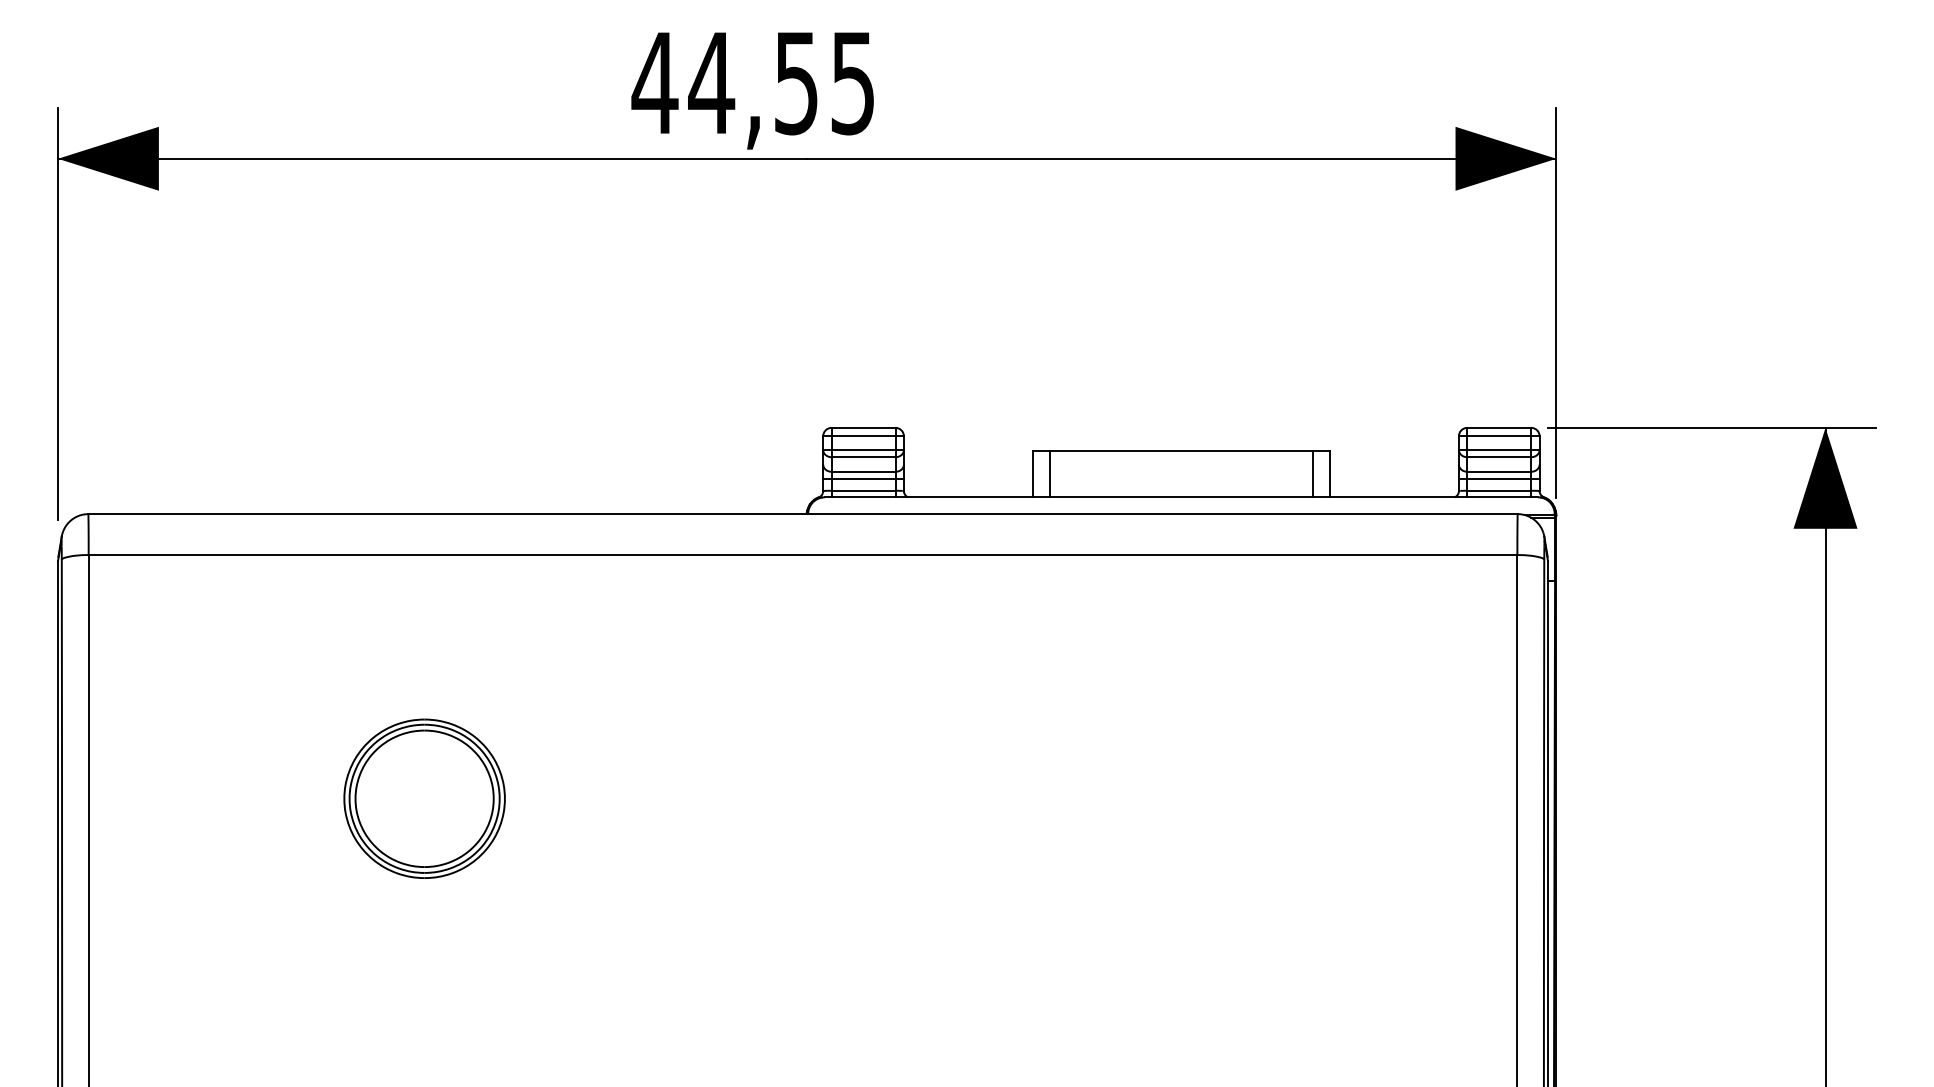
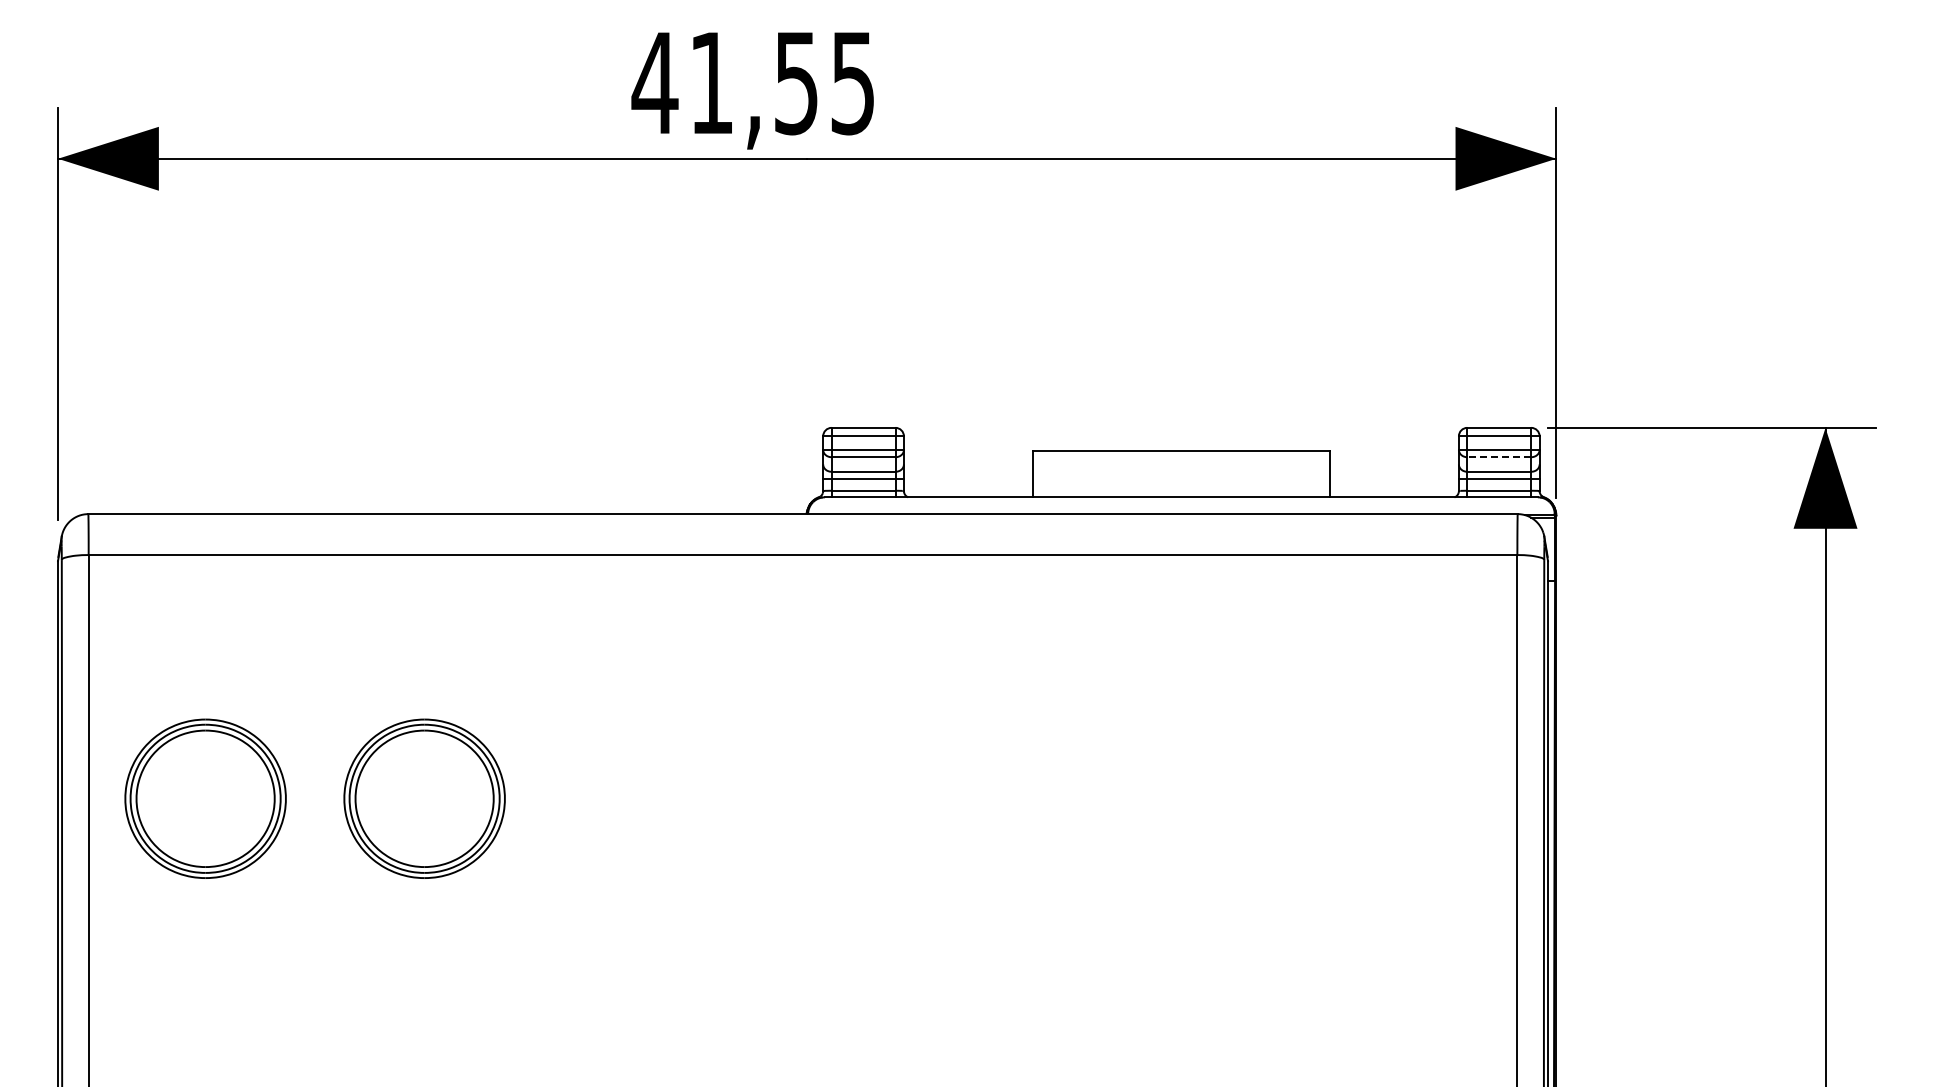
text at (711, 82): 44,55 -> 41,55
line at (1499, 457): solid -> dashed
line at (1050, 474): present -> none
line at (1312, 474): present -> none
part at (205, 798): none -> present
